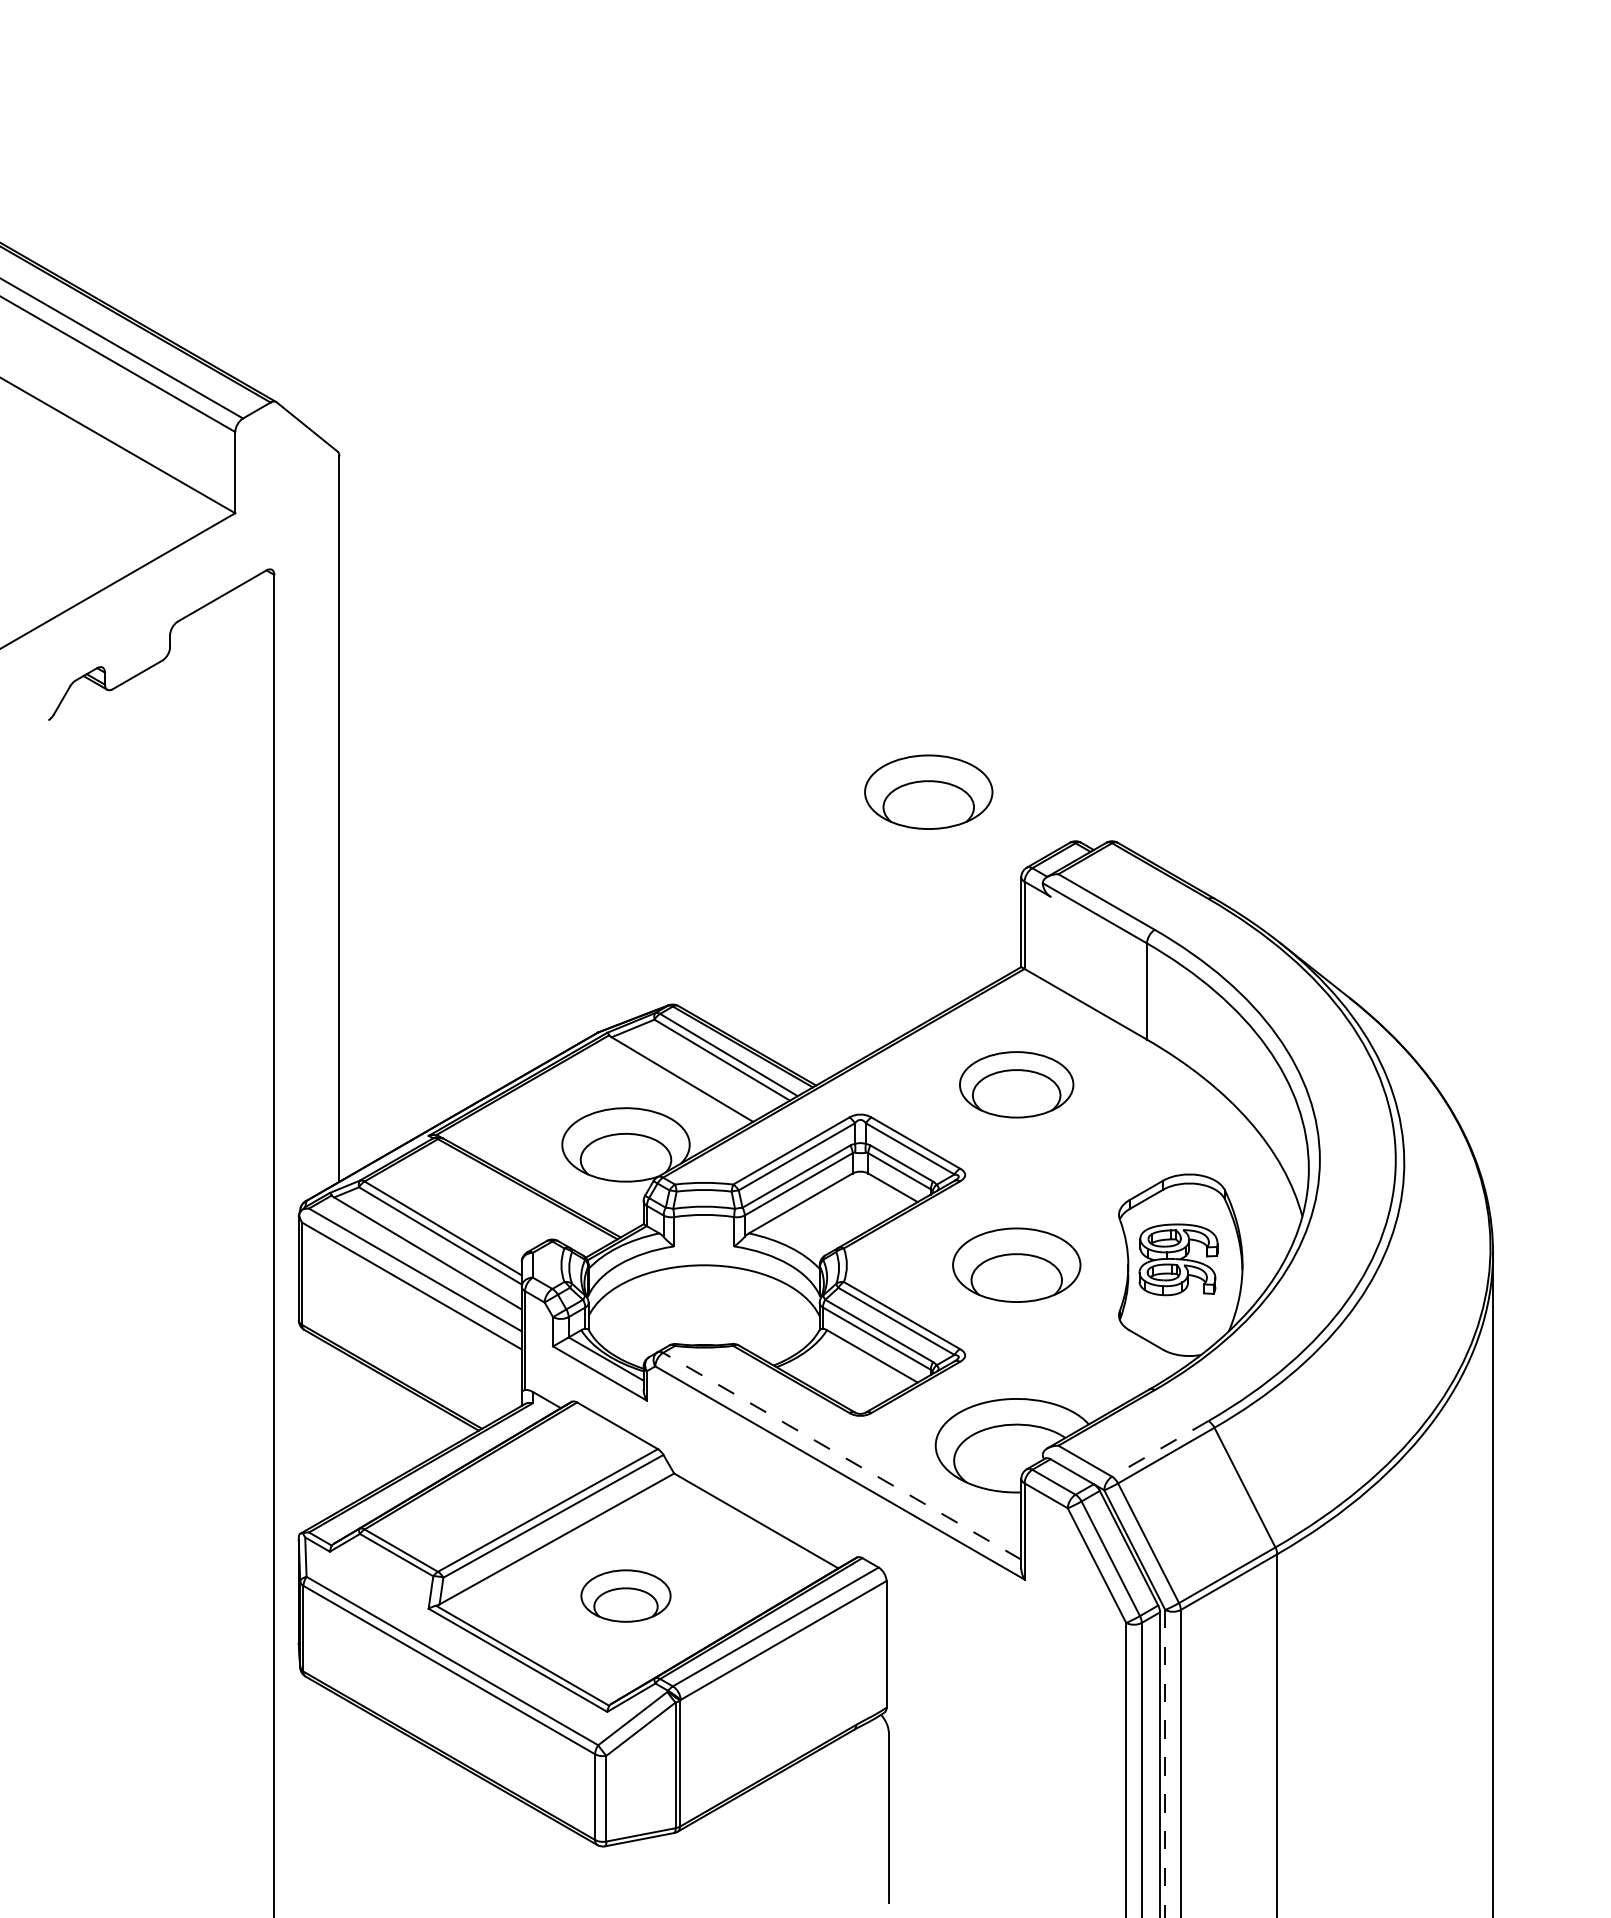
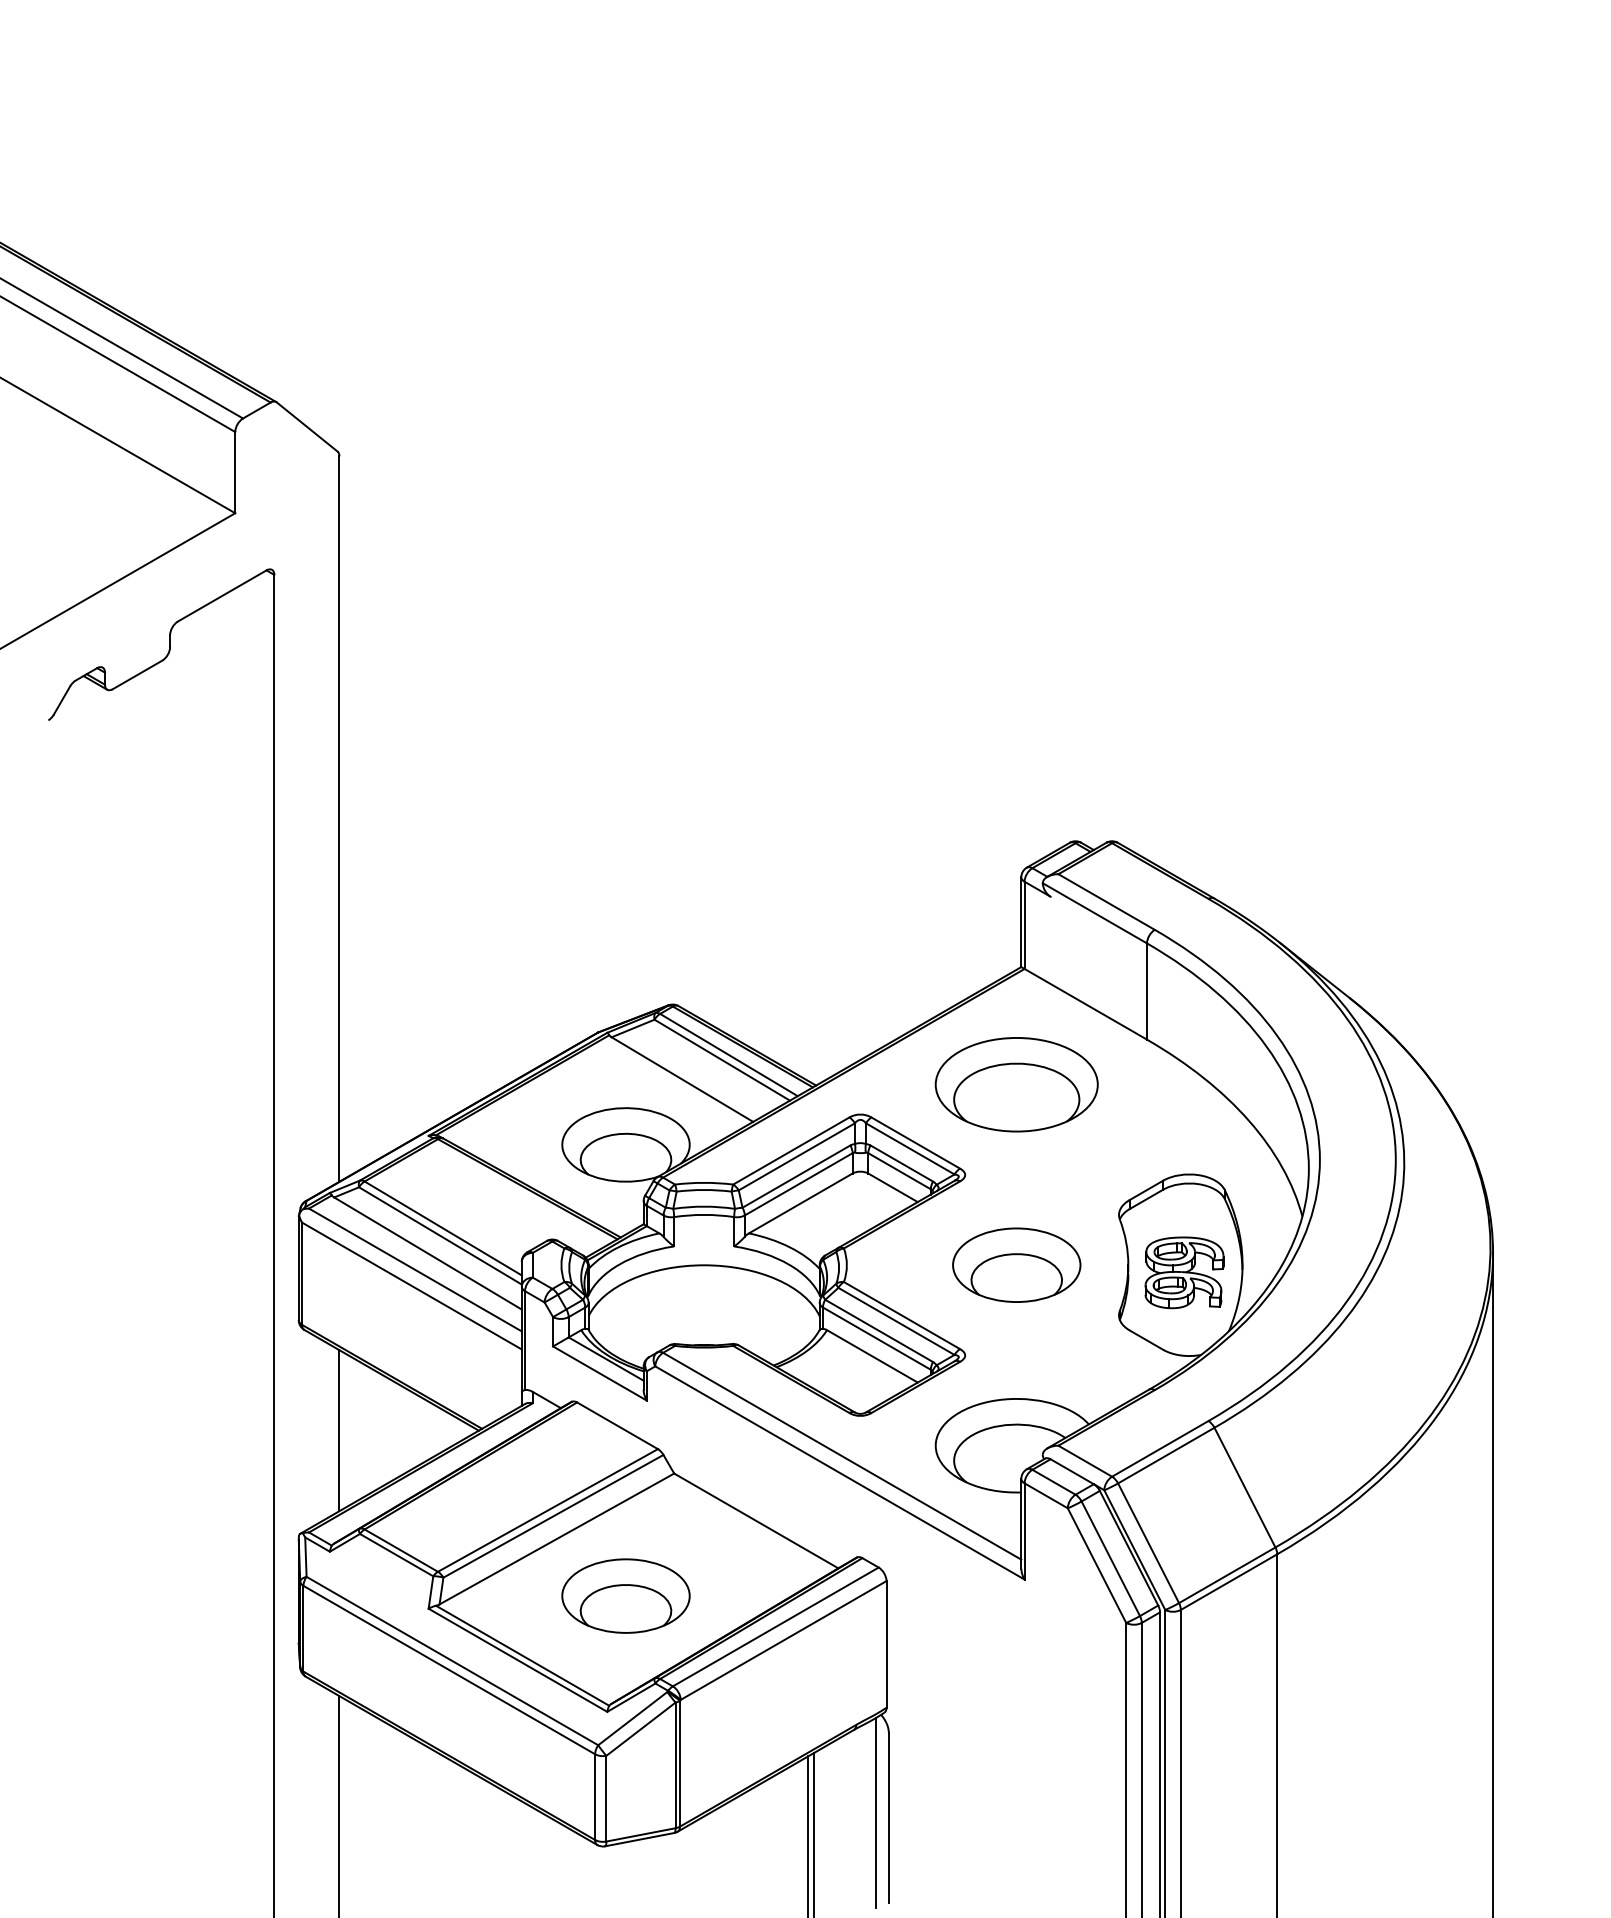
part at (928, 791): present -> none
part at (1016, 1084) size: 116x68 px -> 165x96 px
part at (1178, 1259) position: (1178, 1259) -> (1184, 1272)
line at (339, 1430): none -> present
line at (1160, 1448): dashed -> solid
line at (842, 1456): dashed -> solid
part at (625, 1595) size: 92x54 px -> 130x76 px
line at (1165, 1763): dashed -> solid
line at (339, 1805): none -> present
line at (875, 1813): none -> present
line at (813, 1833): none -> present
line at (808, 1835): none -> present
